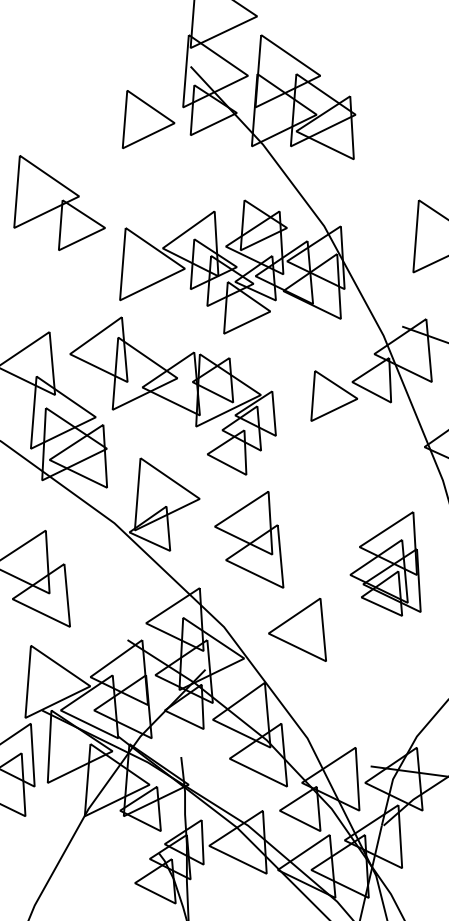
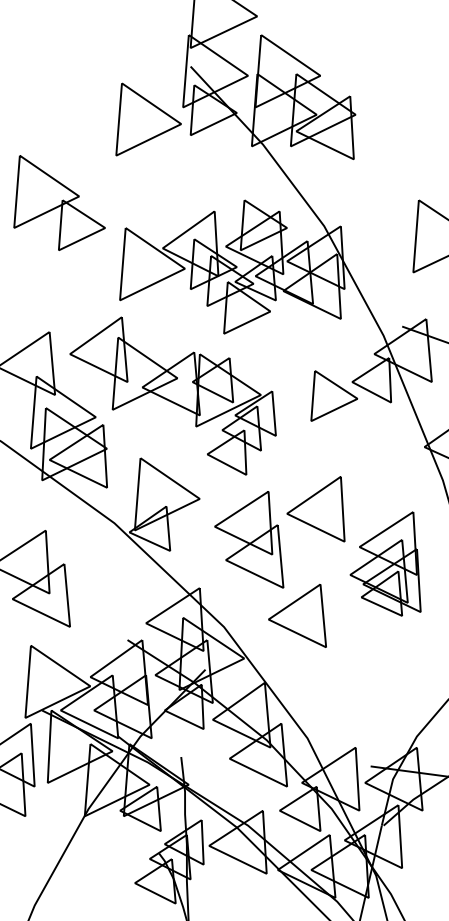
part at (148, 119) size: 55x60 px -> 67x75 px
part at (315, 509): none -> present
part at (297, 629) position: (297, 629) -> (297, 615)
